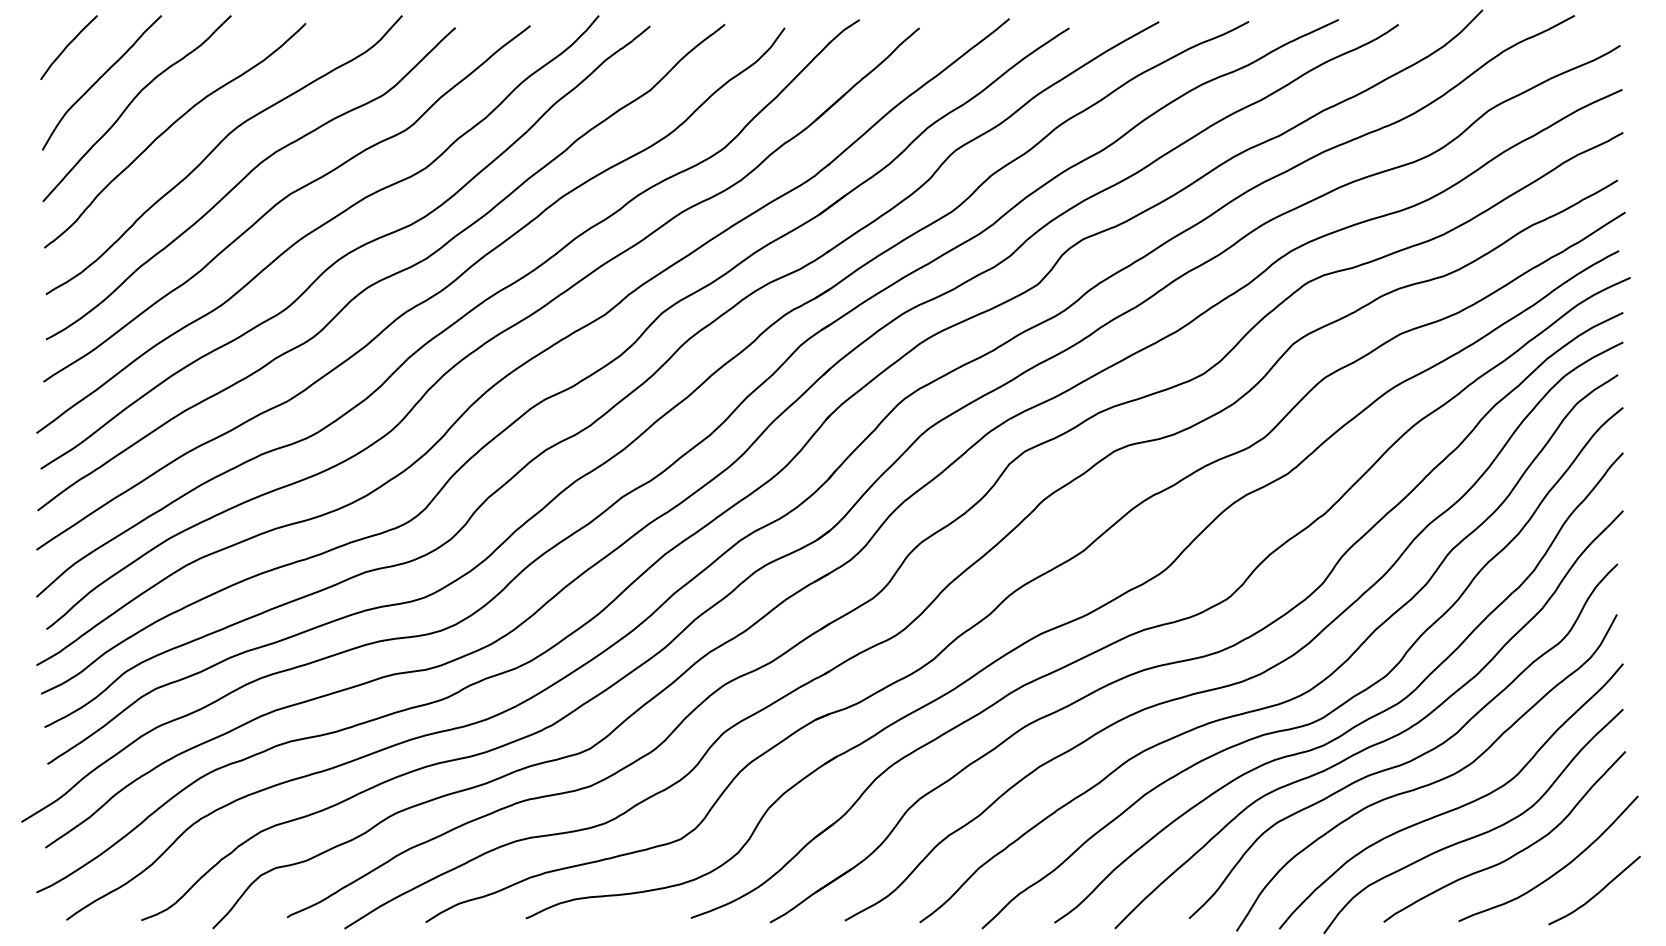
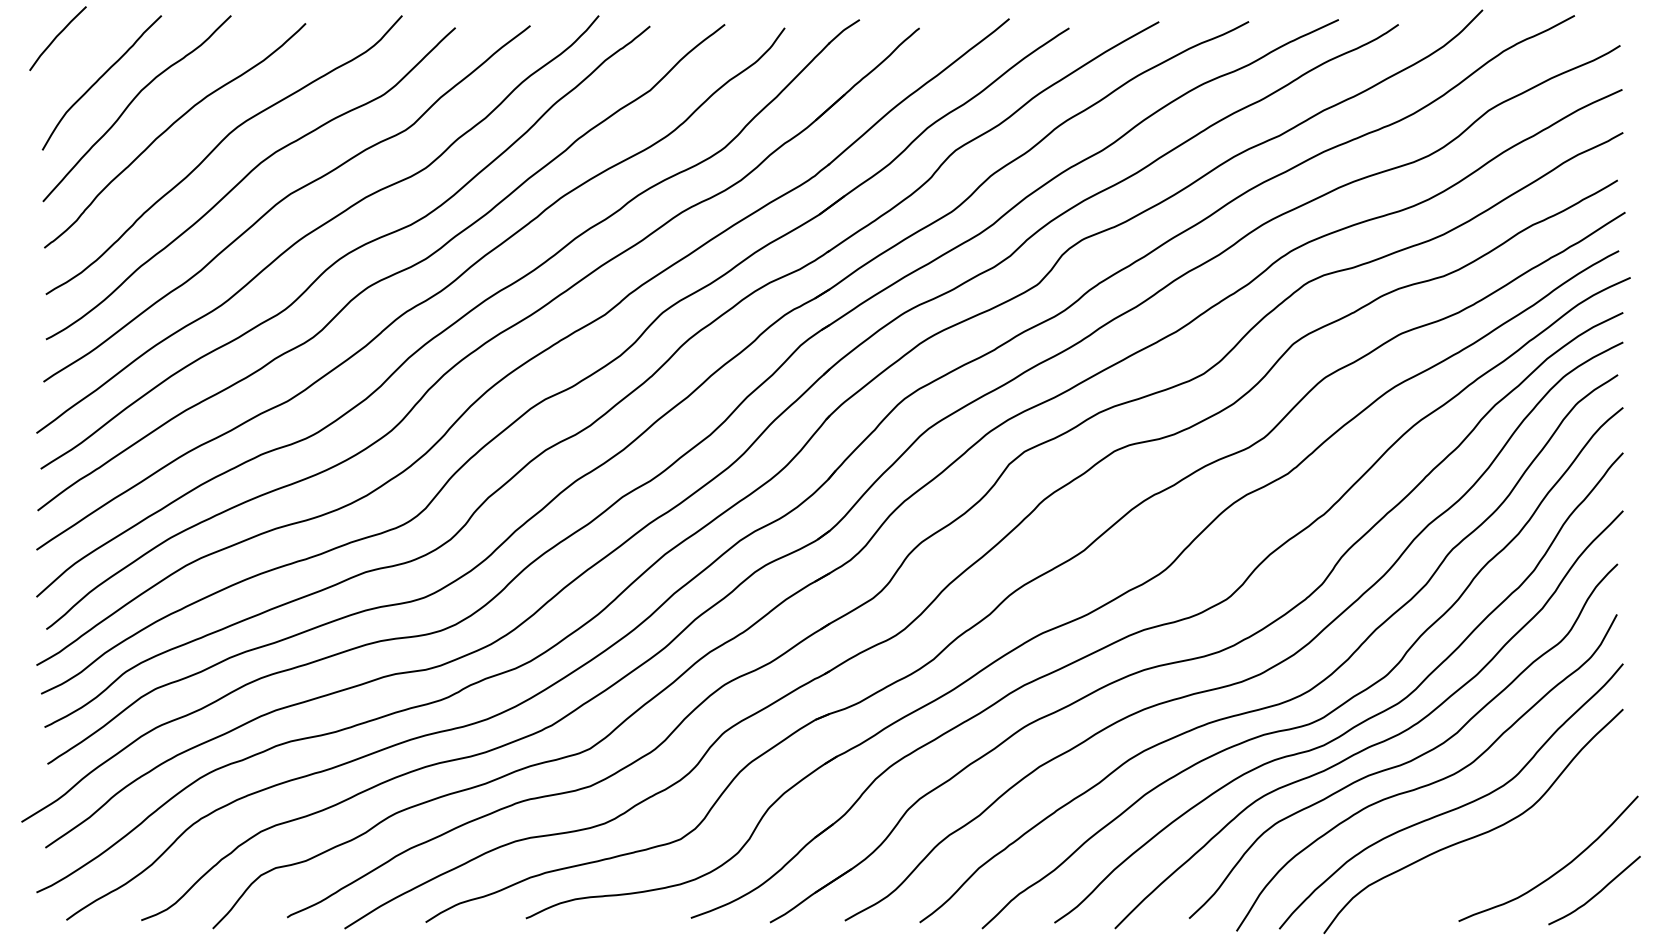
curve at (68, 46) position: (68, 46) -> (57, 37)
curve at (1516, 852): present -> none
